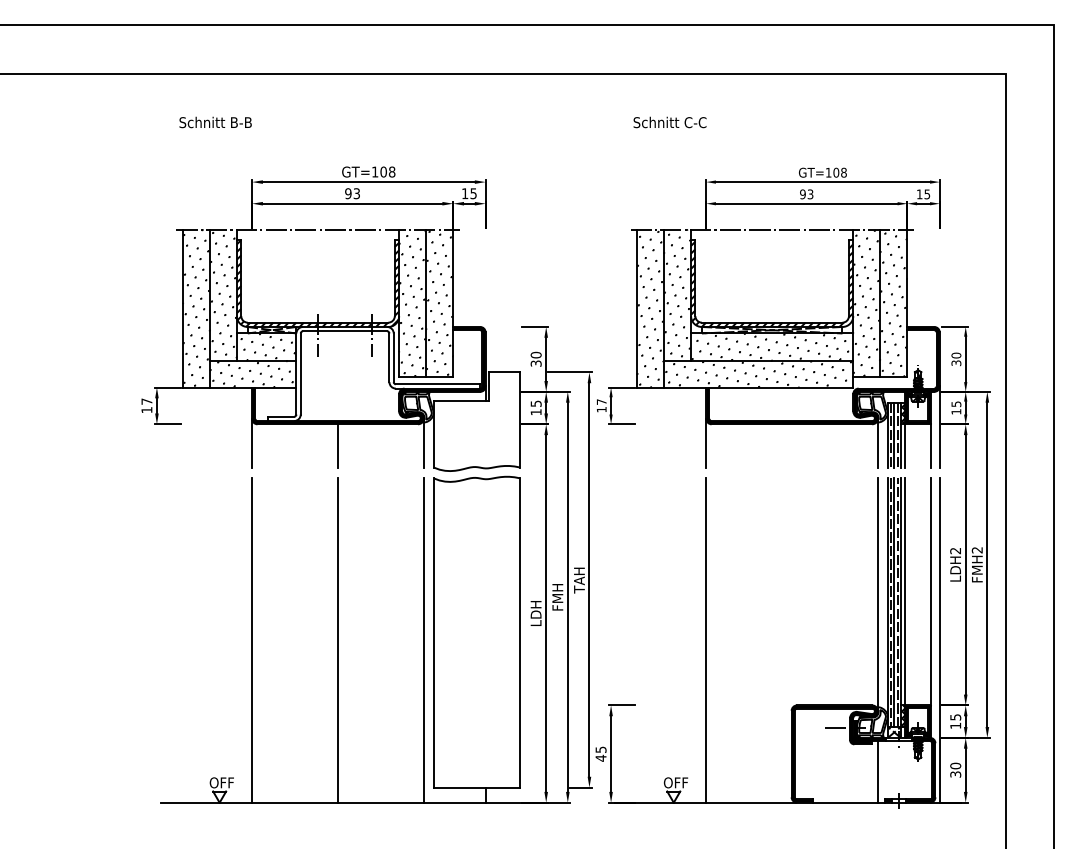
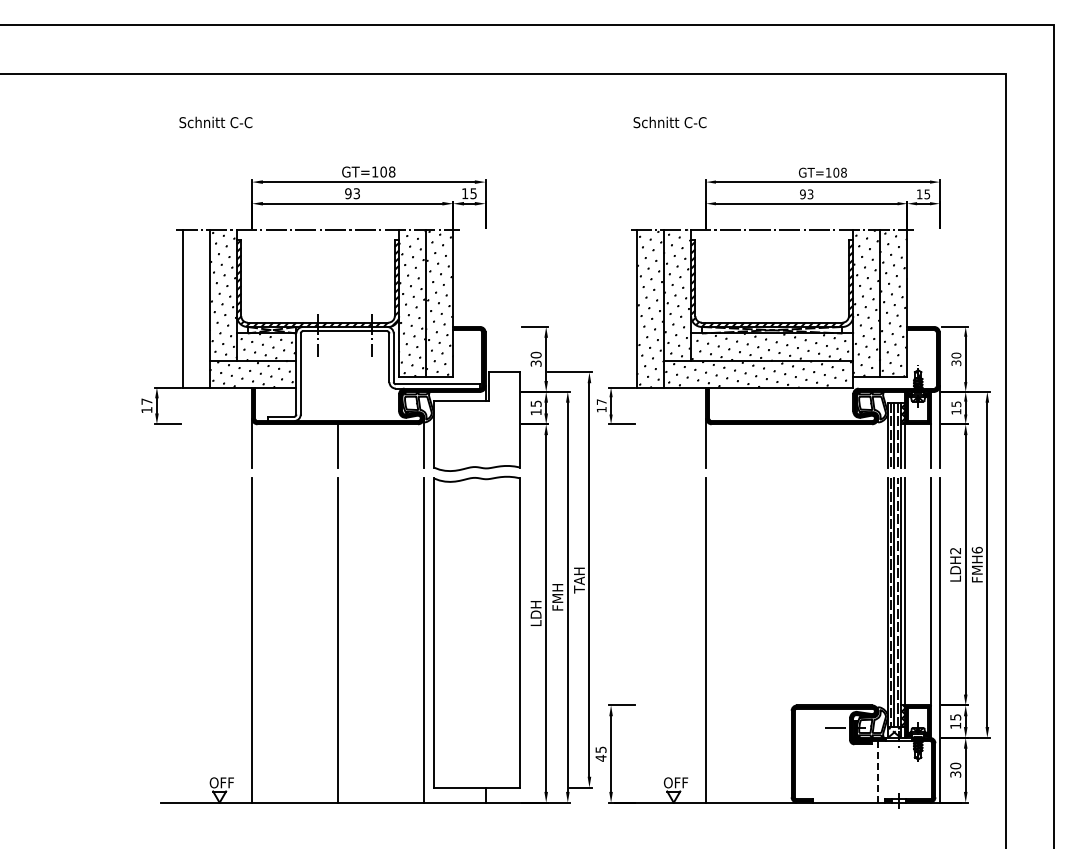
text at (241, 122): Schnitt B-B -> Schnitt C-C
hatch at (195, 307): present -> none
line at (878, 442): present -> none
text at (976, 549): FMH2 -> FMH6
line at (878, 594): present -> none
line at (878, 771): solid -> dashed
